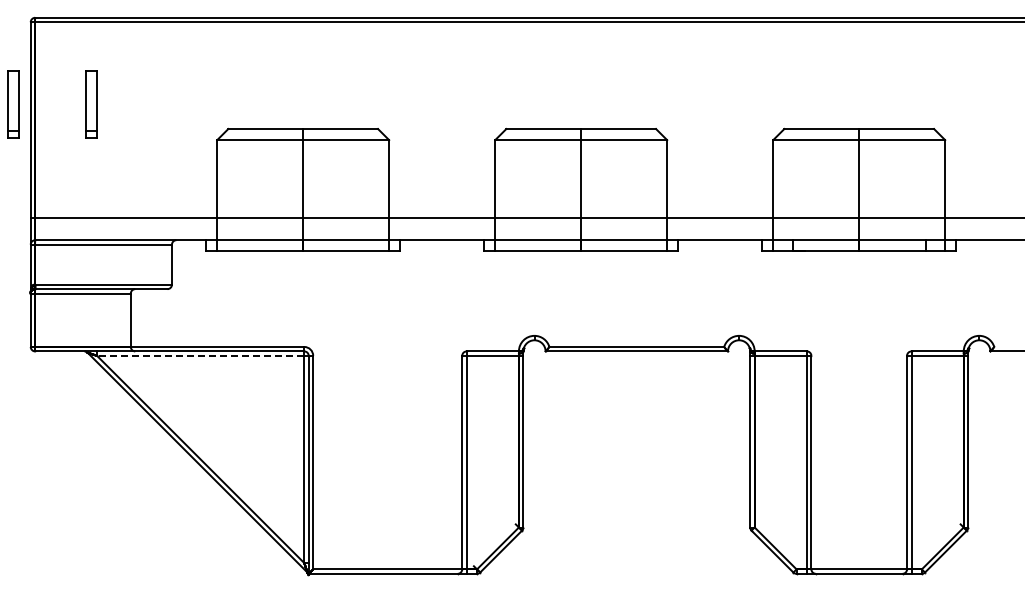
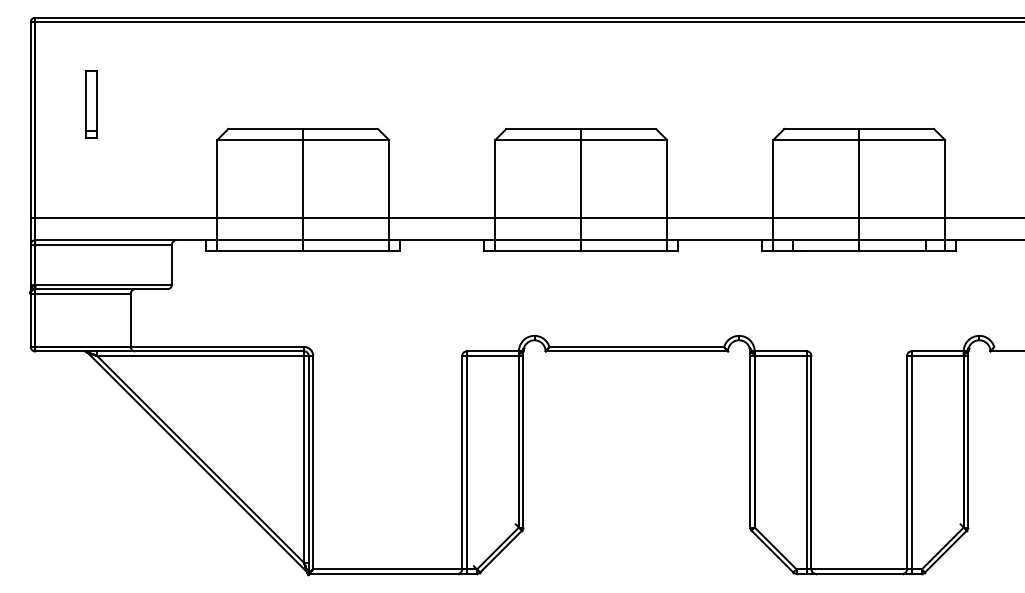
part at (13, 104): present -> none
line at (200, 355): dashed -> solid
